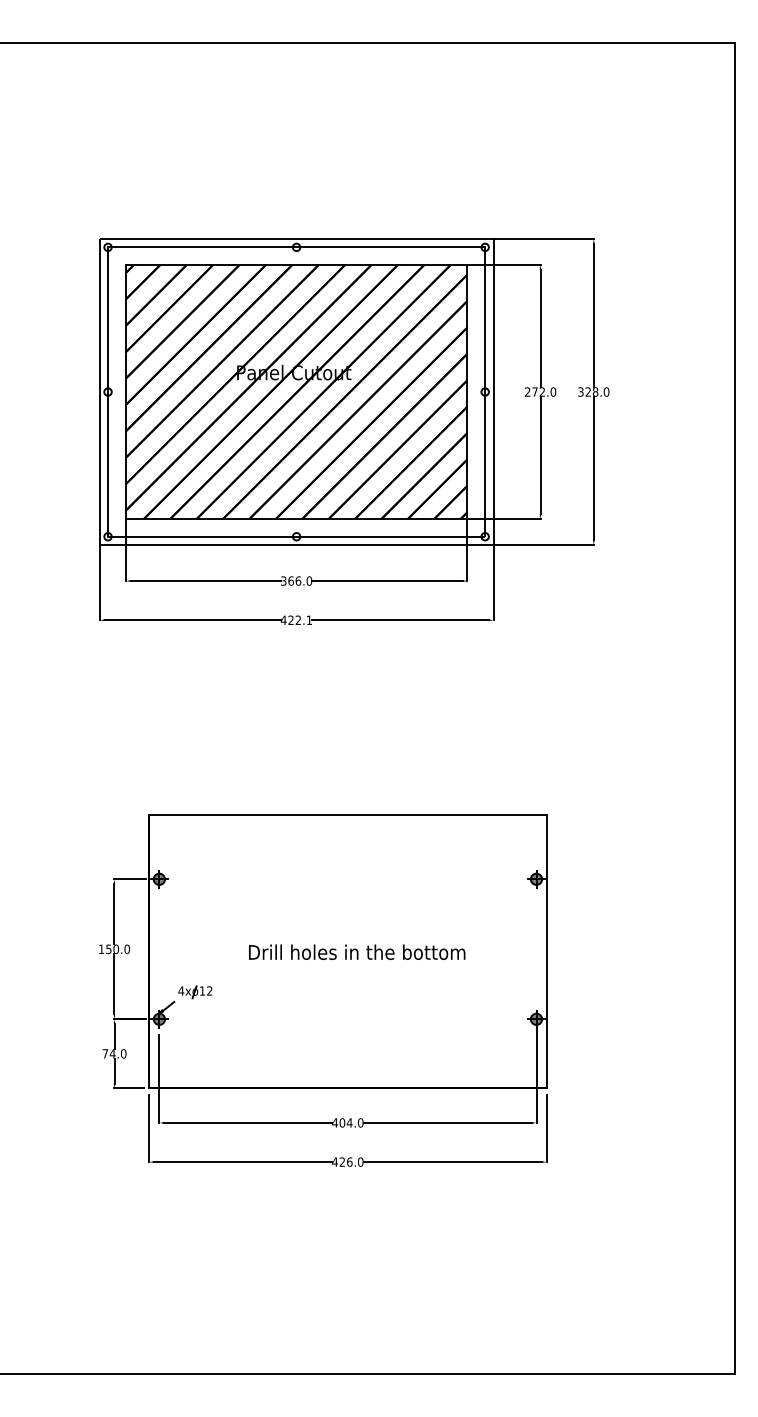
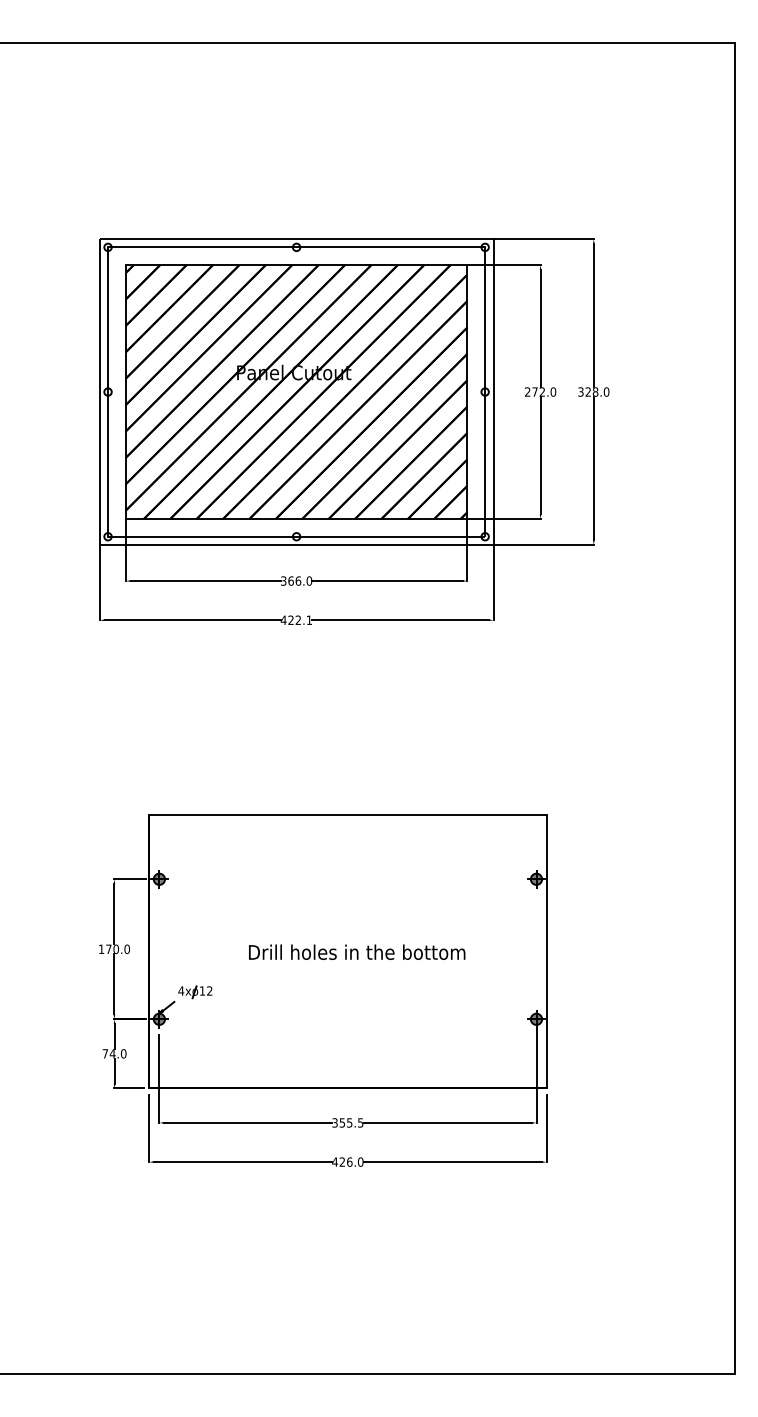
text at (108, 949): 150.0 -> 170.0
text at (347, 1122): 404.0 -> 355.5
